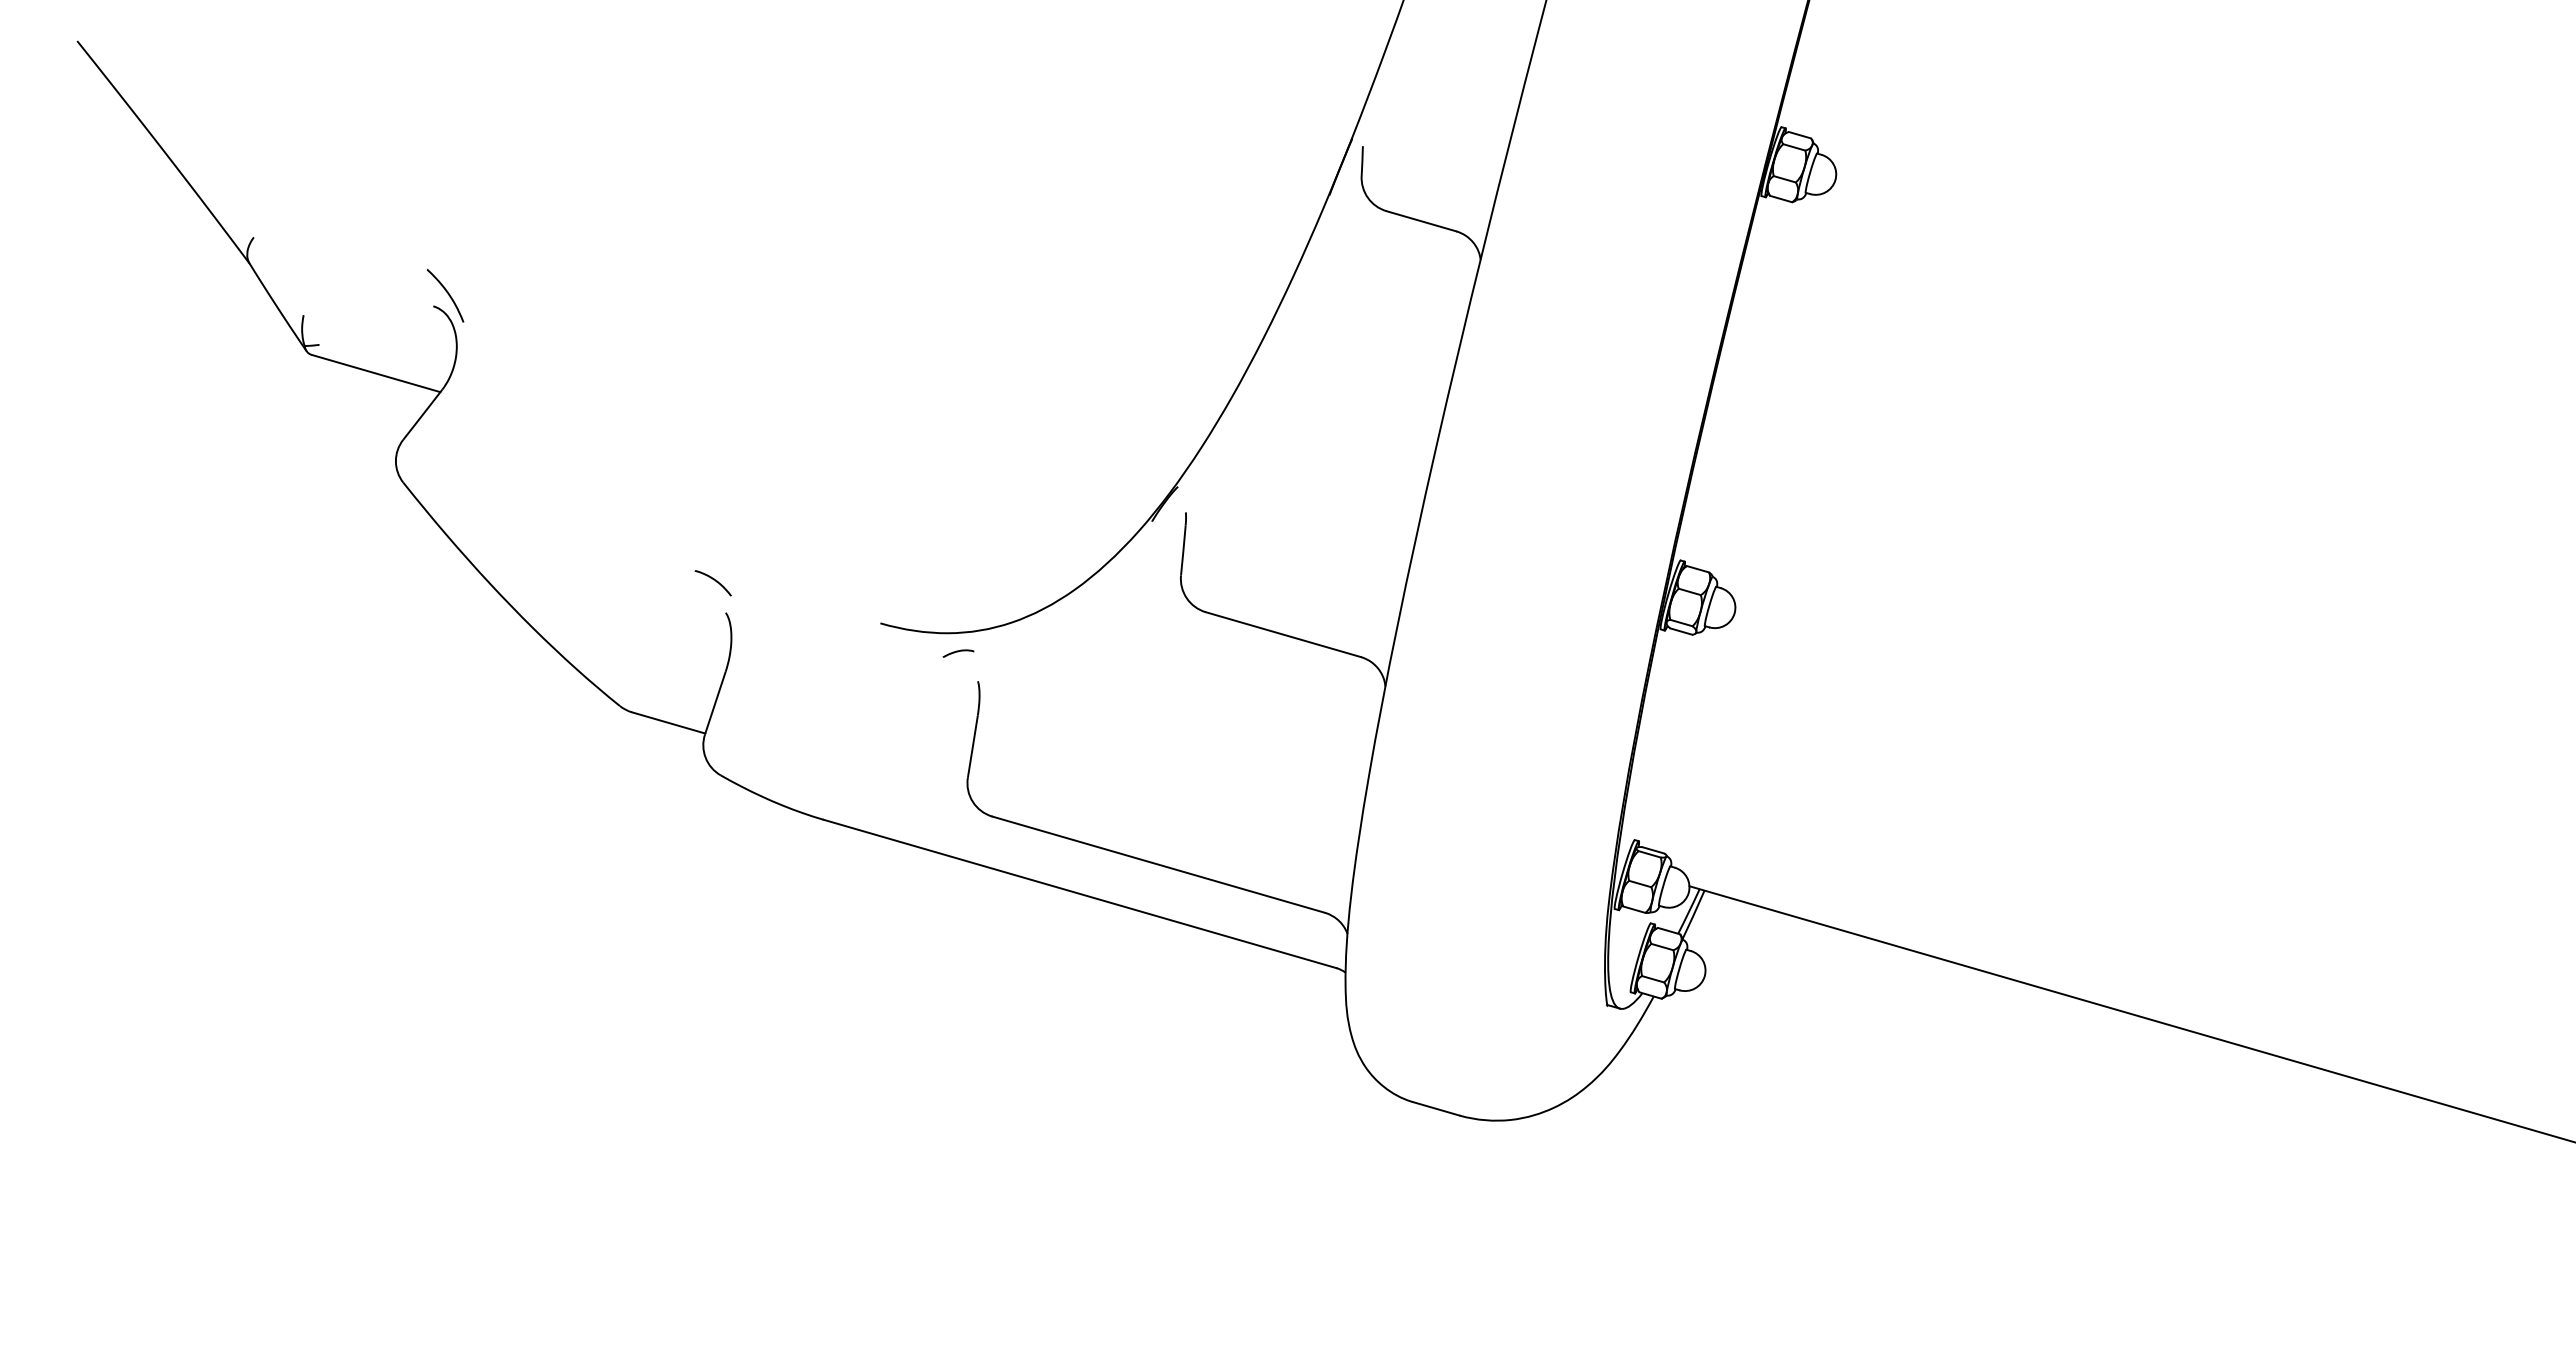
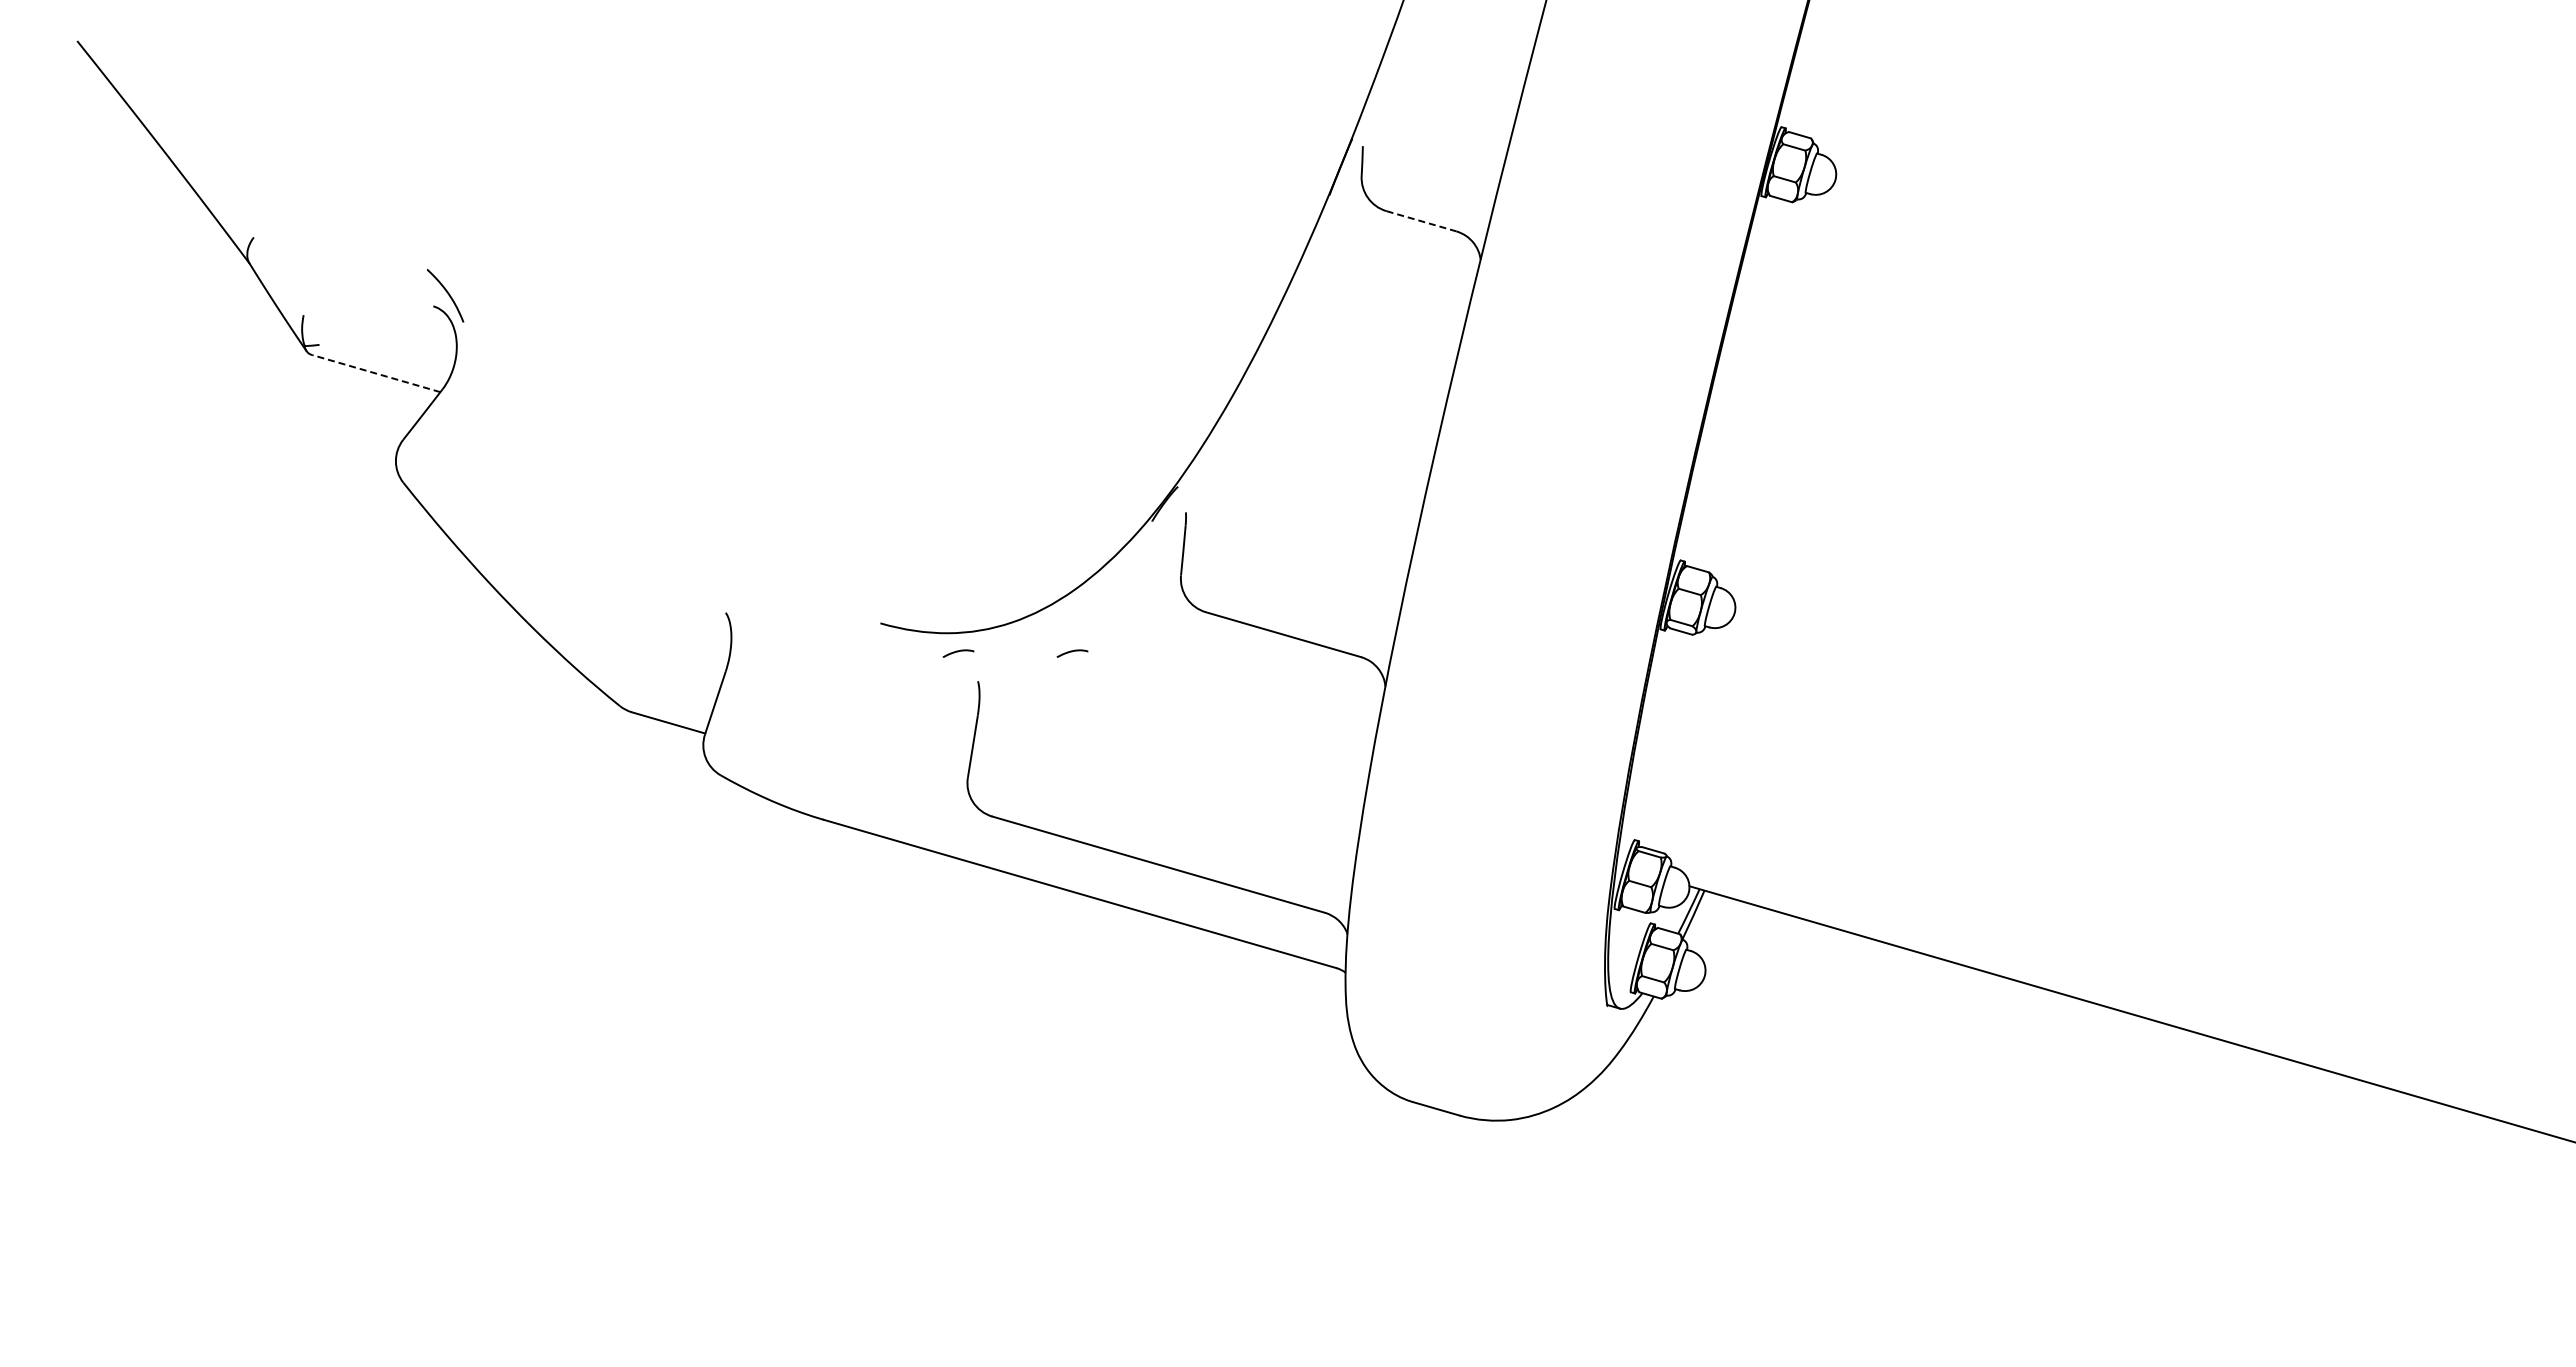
line at (1421, 221): solid -> dashed
line at (376, 373): solid -> dashed
curve at (713, 580): present -> none
curve at (1072, 652): none -> present
